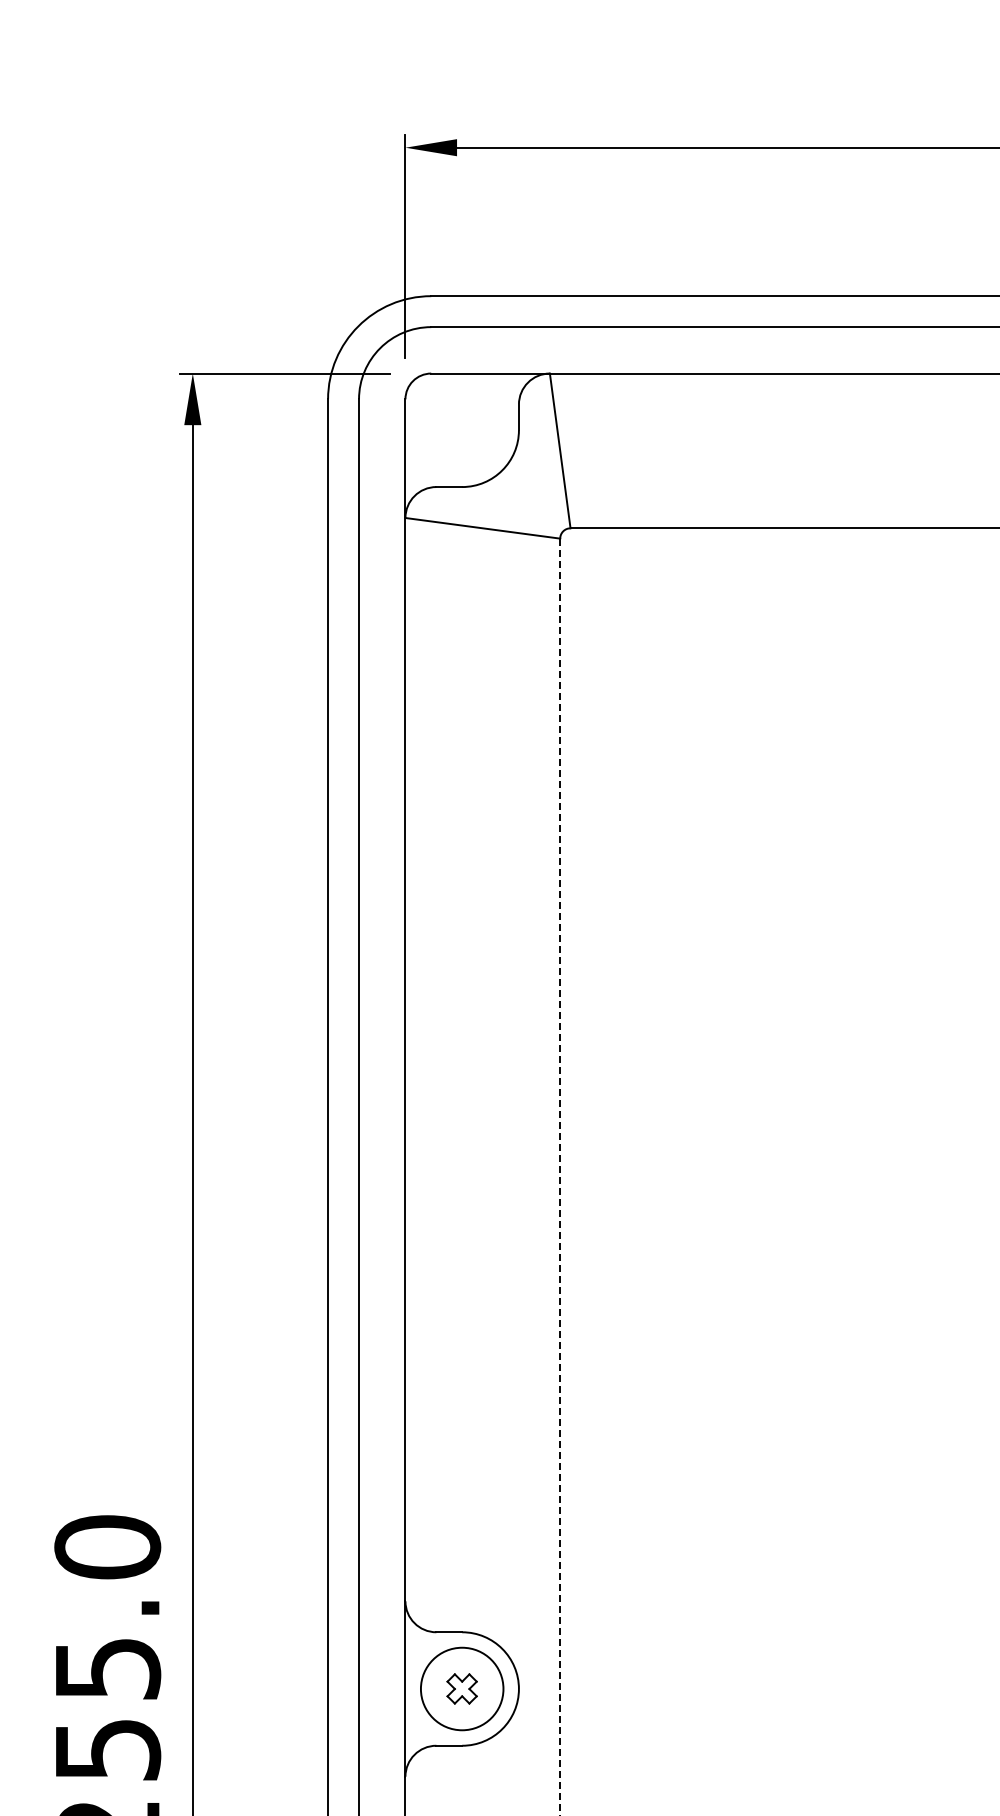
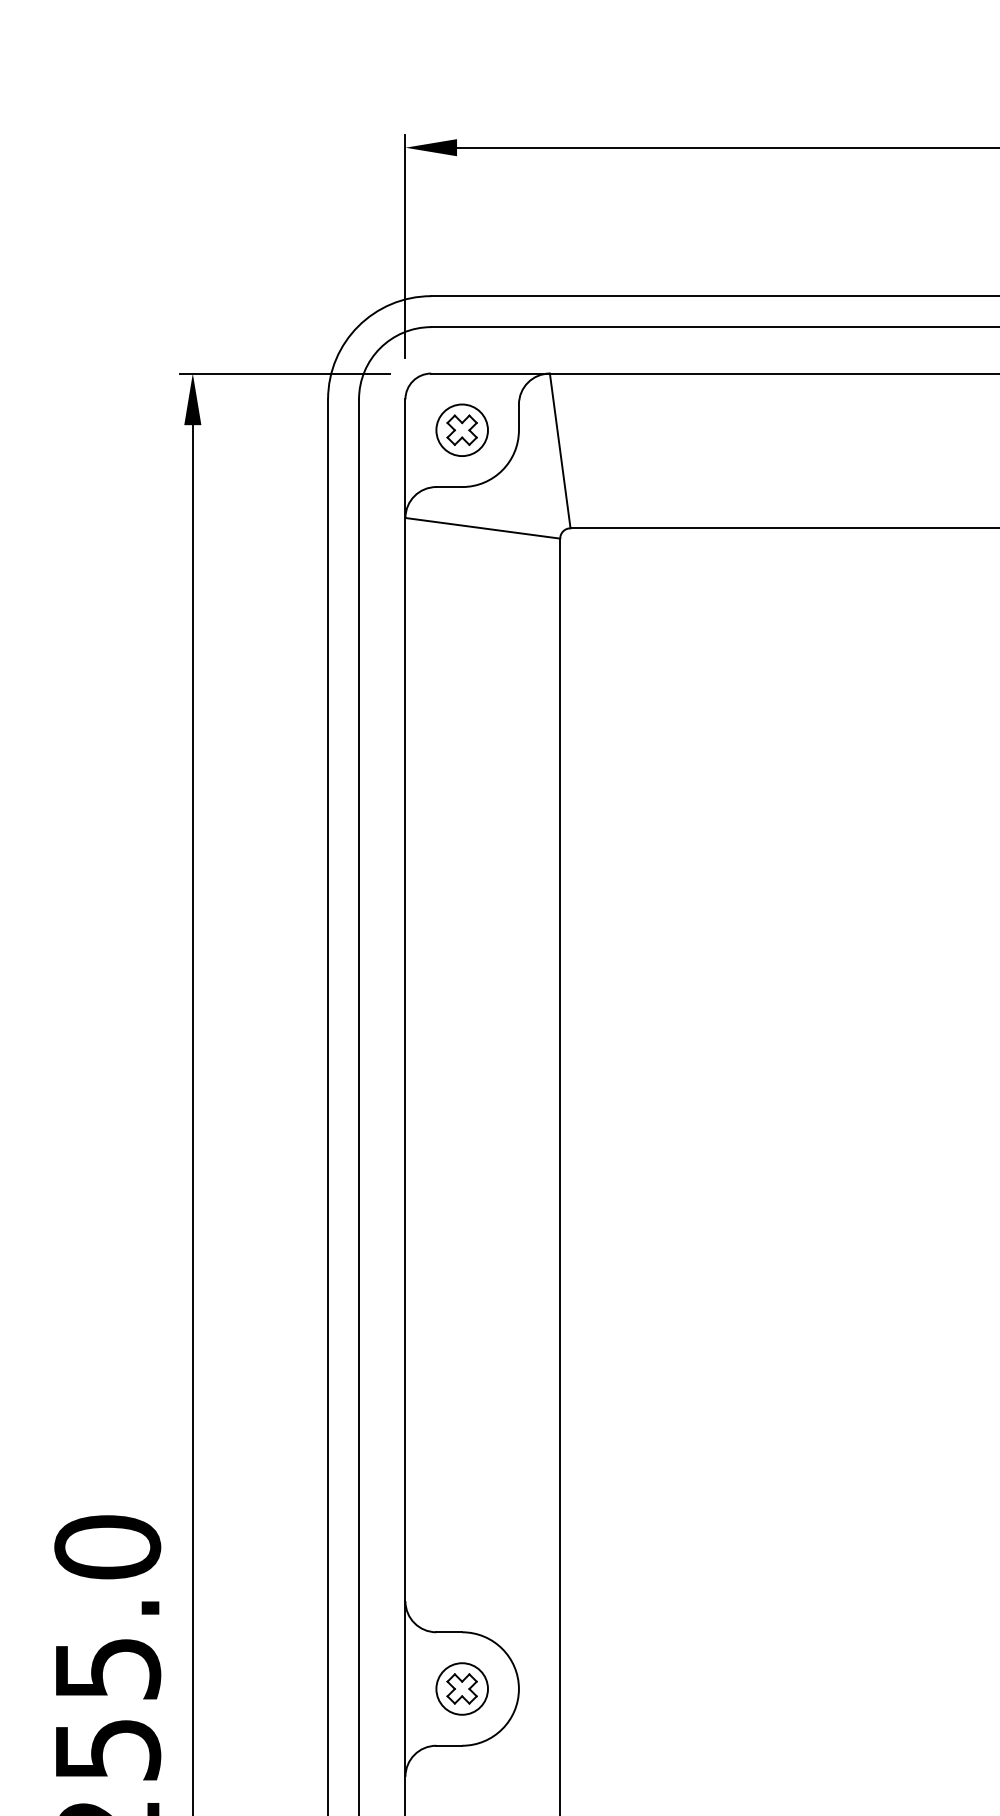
part at (461, 429): none -> present
line at (560, 1177): dashed -> solid
circle at (461, 1688) diameter: 83 px -> 52 px
